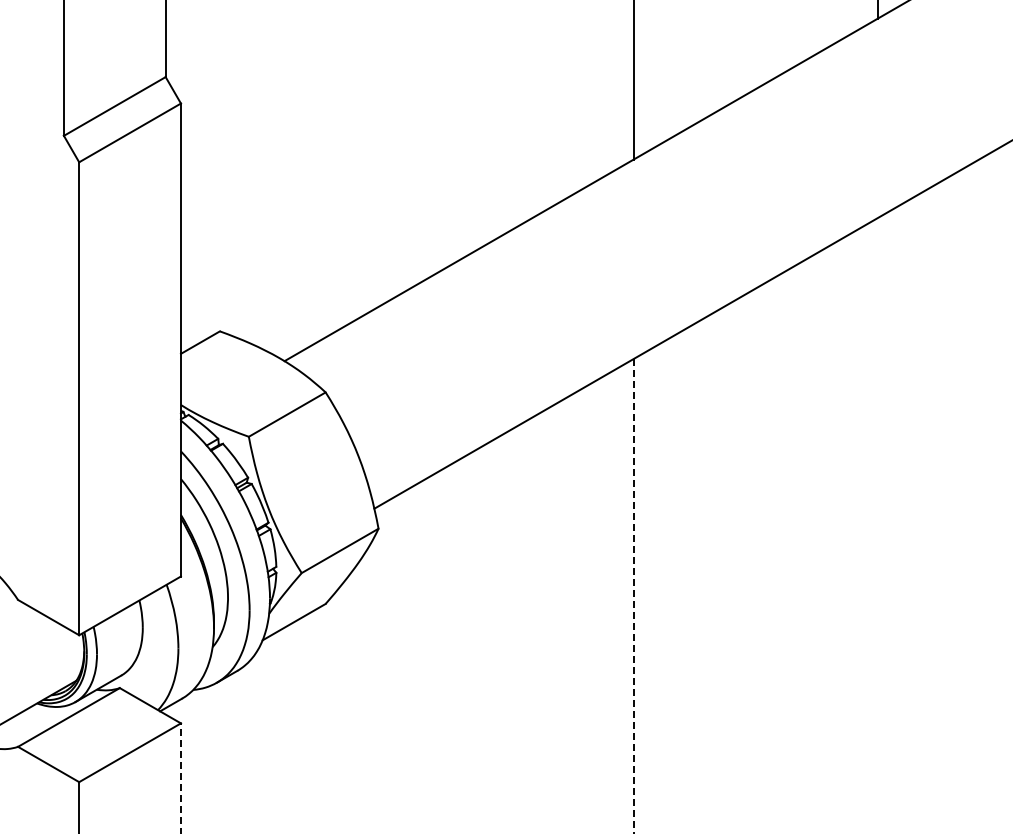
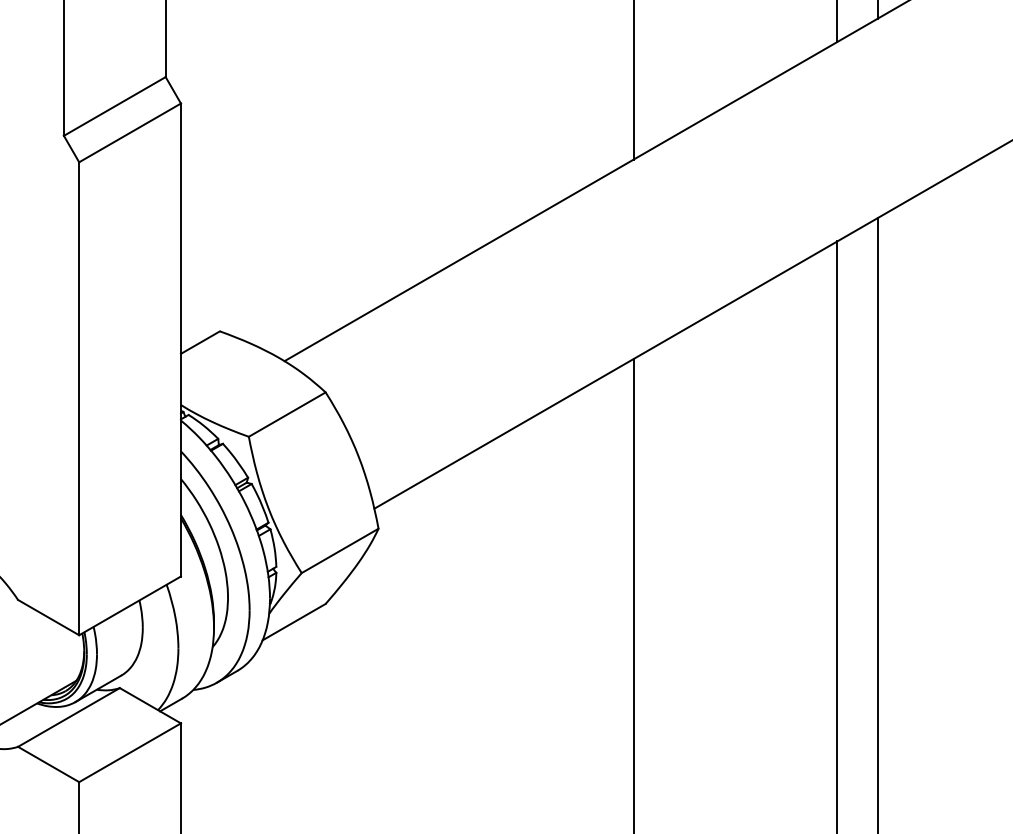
line at (837, 22): none -> present
line at (878, 523): none -> present
line at (837, 535): none -> present
line at (633, 596): dashed -> solid
line at (180, 778): dashed -> solid
